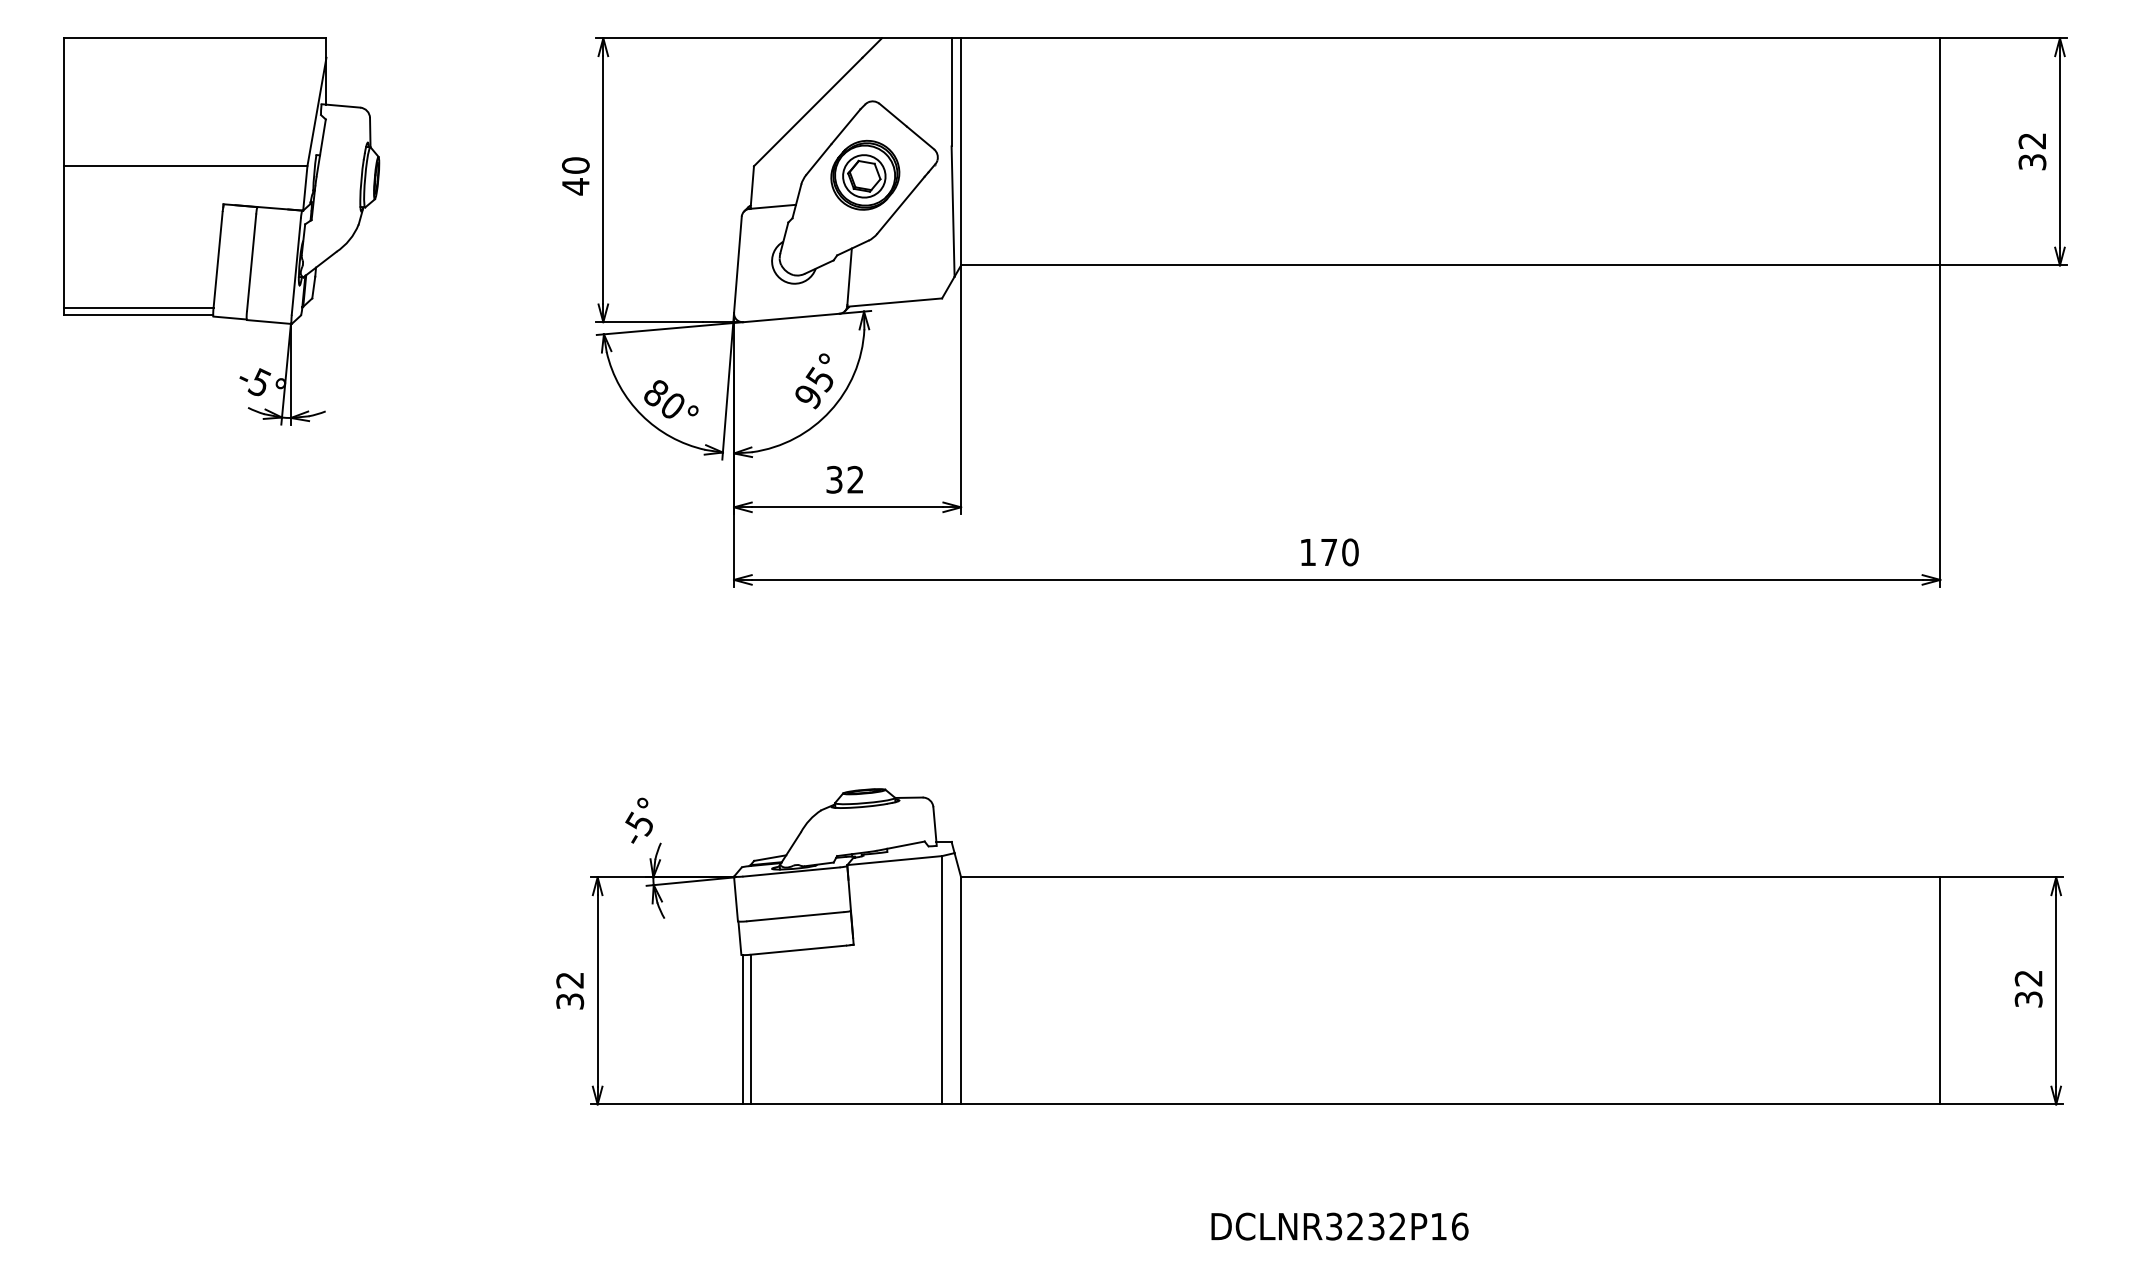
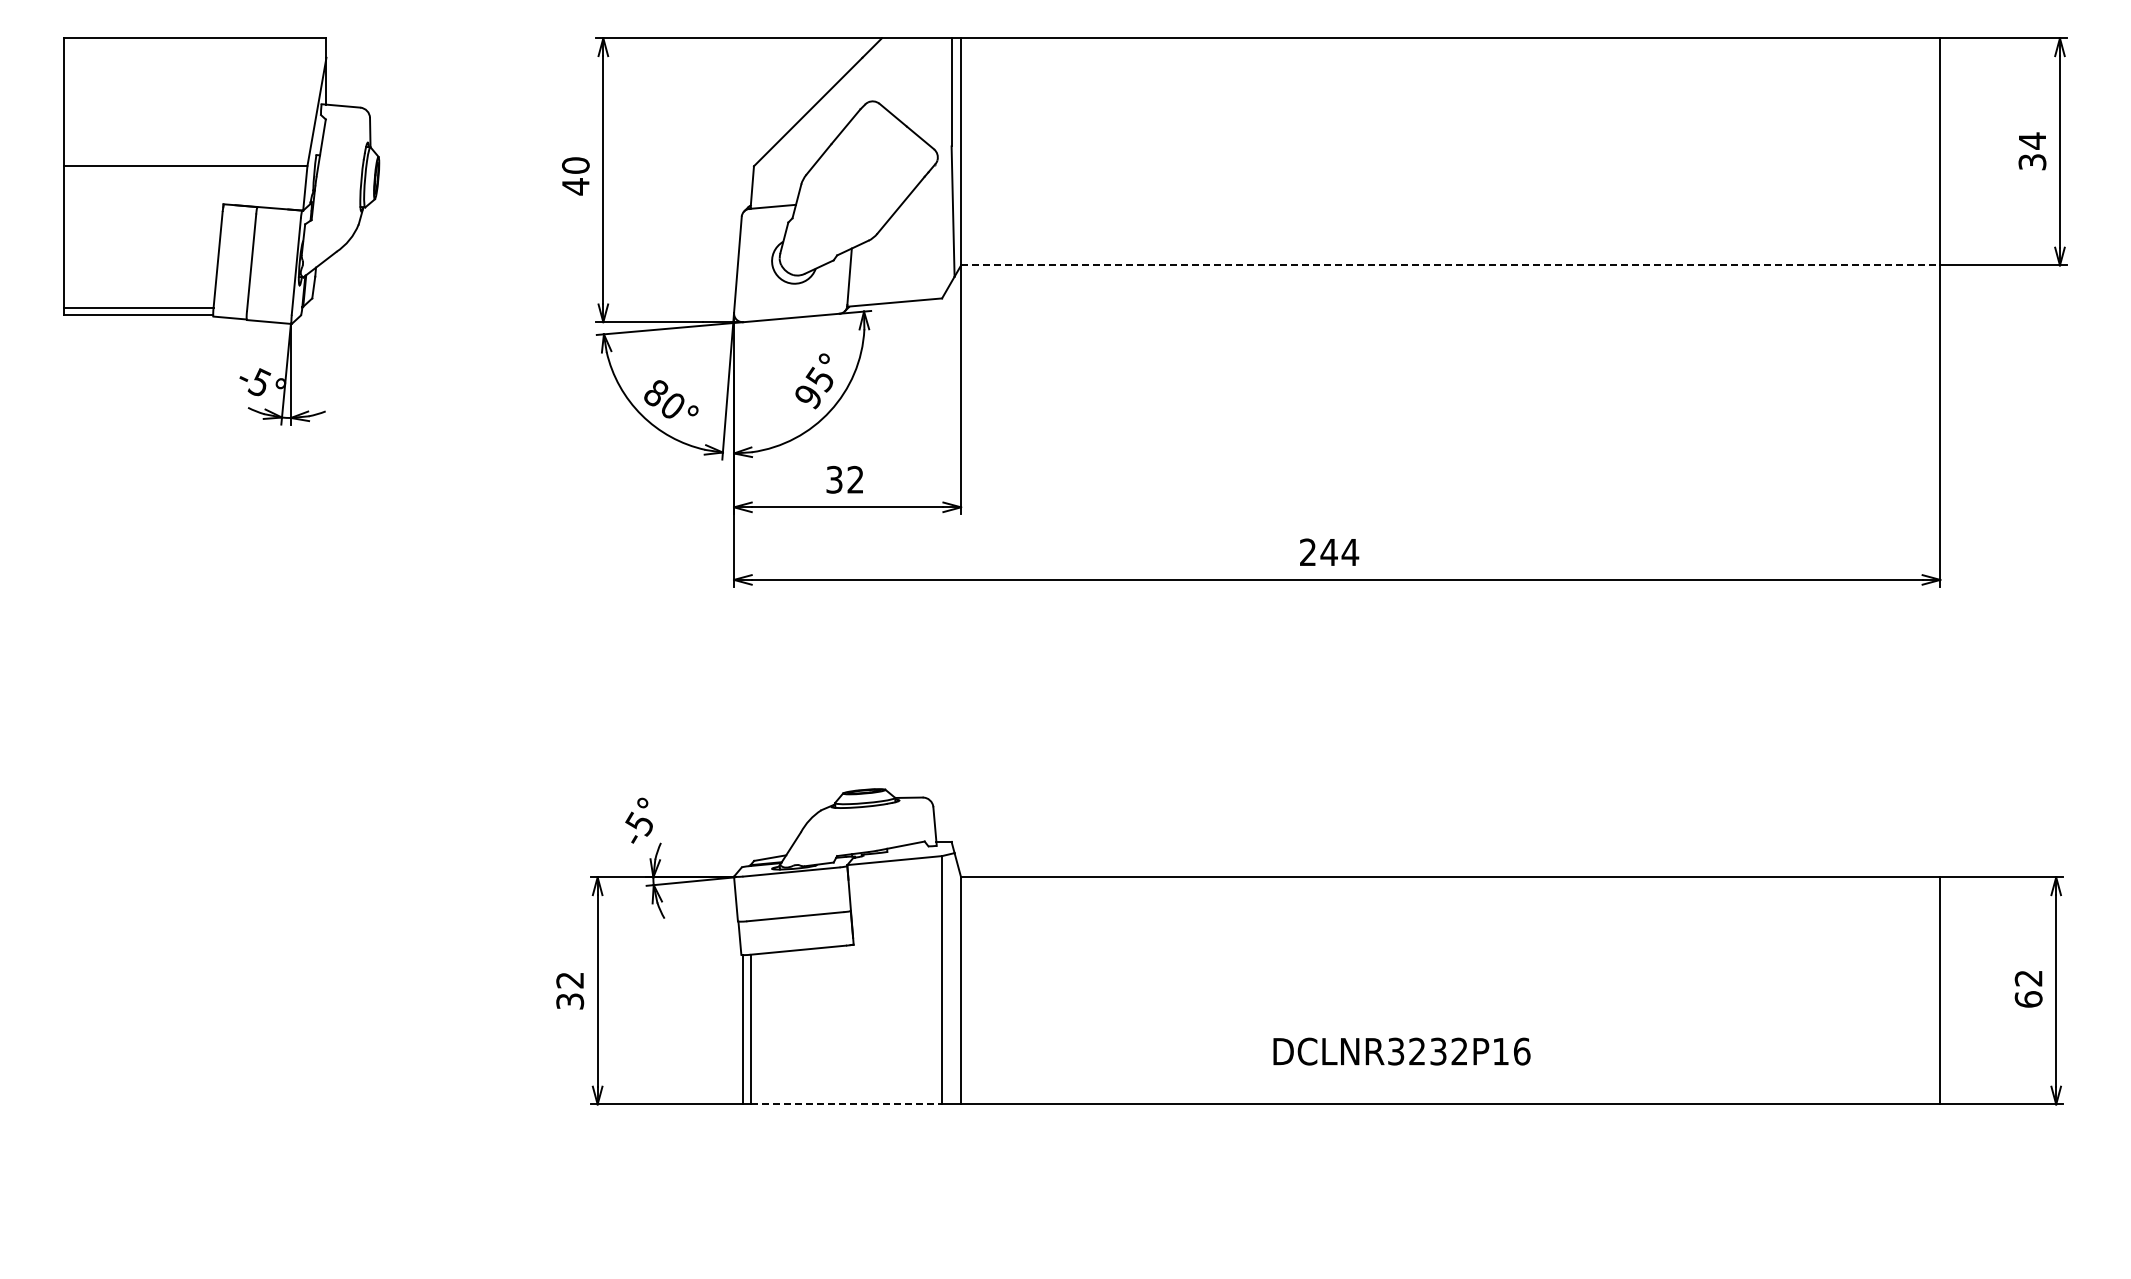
text at (2031, 140): 32 -> 34
part at (865, 174): present -> none
line at (1450, 265): solid -> dashed
text at (1329, 552): 170 -> 244
text at (2028, 999): 32 -> 62
line at (846, 1104): solid -> dashed
text at (1339, 1226) position: (1339, 1226) -> (1401, 1051)
